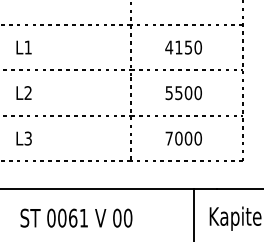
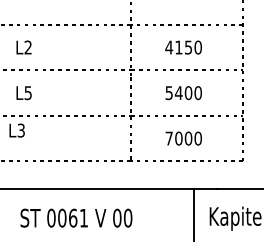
text at (27, 47): L1 -> L2
text at (27, 93): L2 -> L5
text at (178, 93): 5500 -> 5400
text at (23, 138) position: (23, 138) -> (16, 130)
